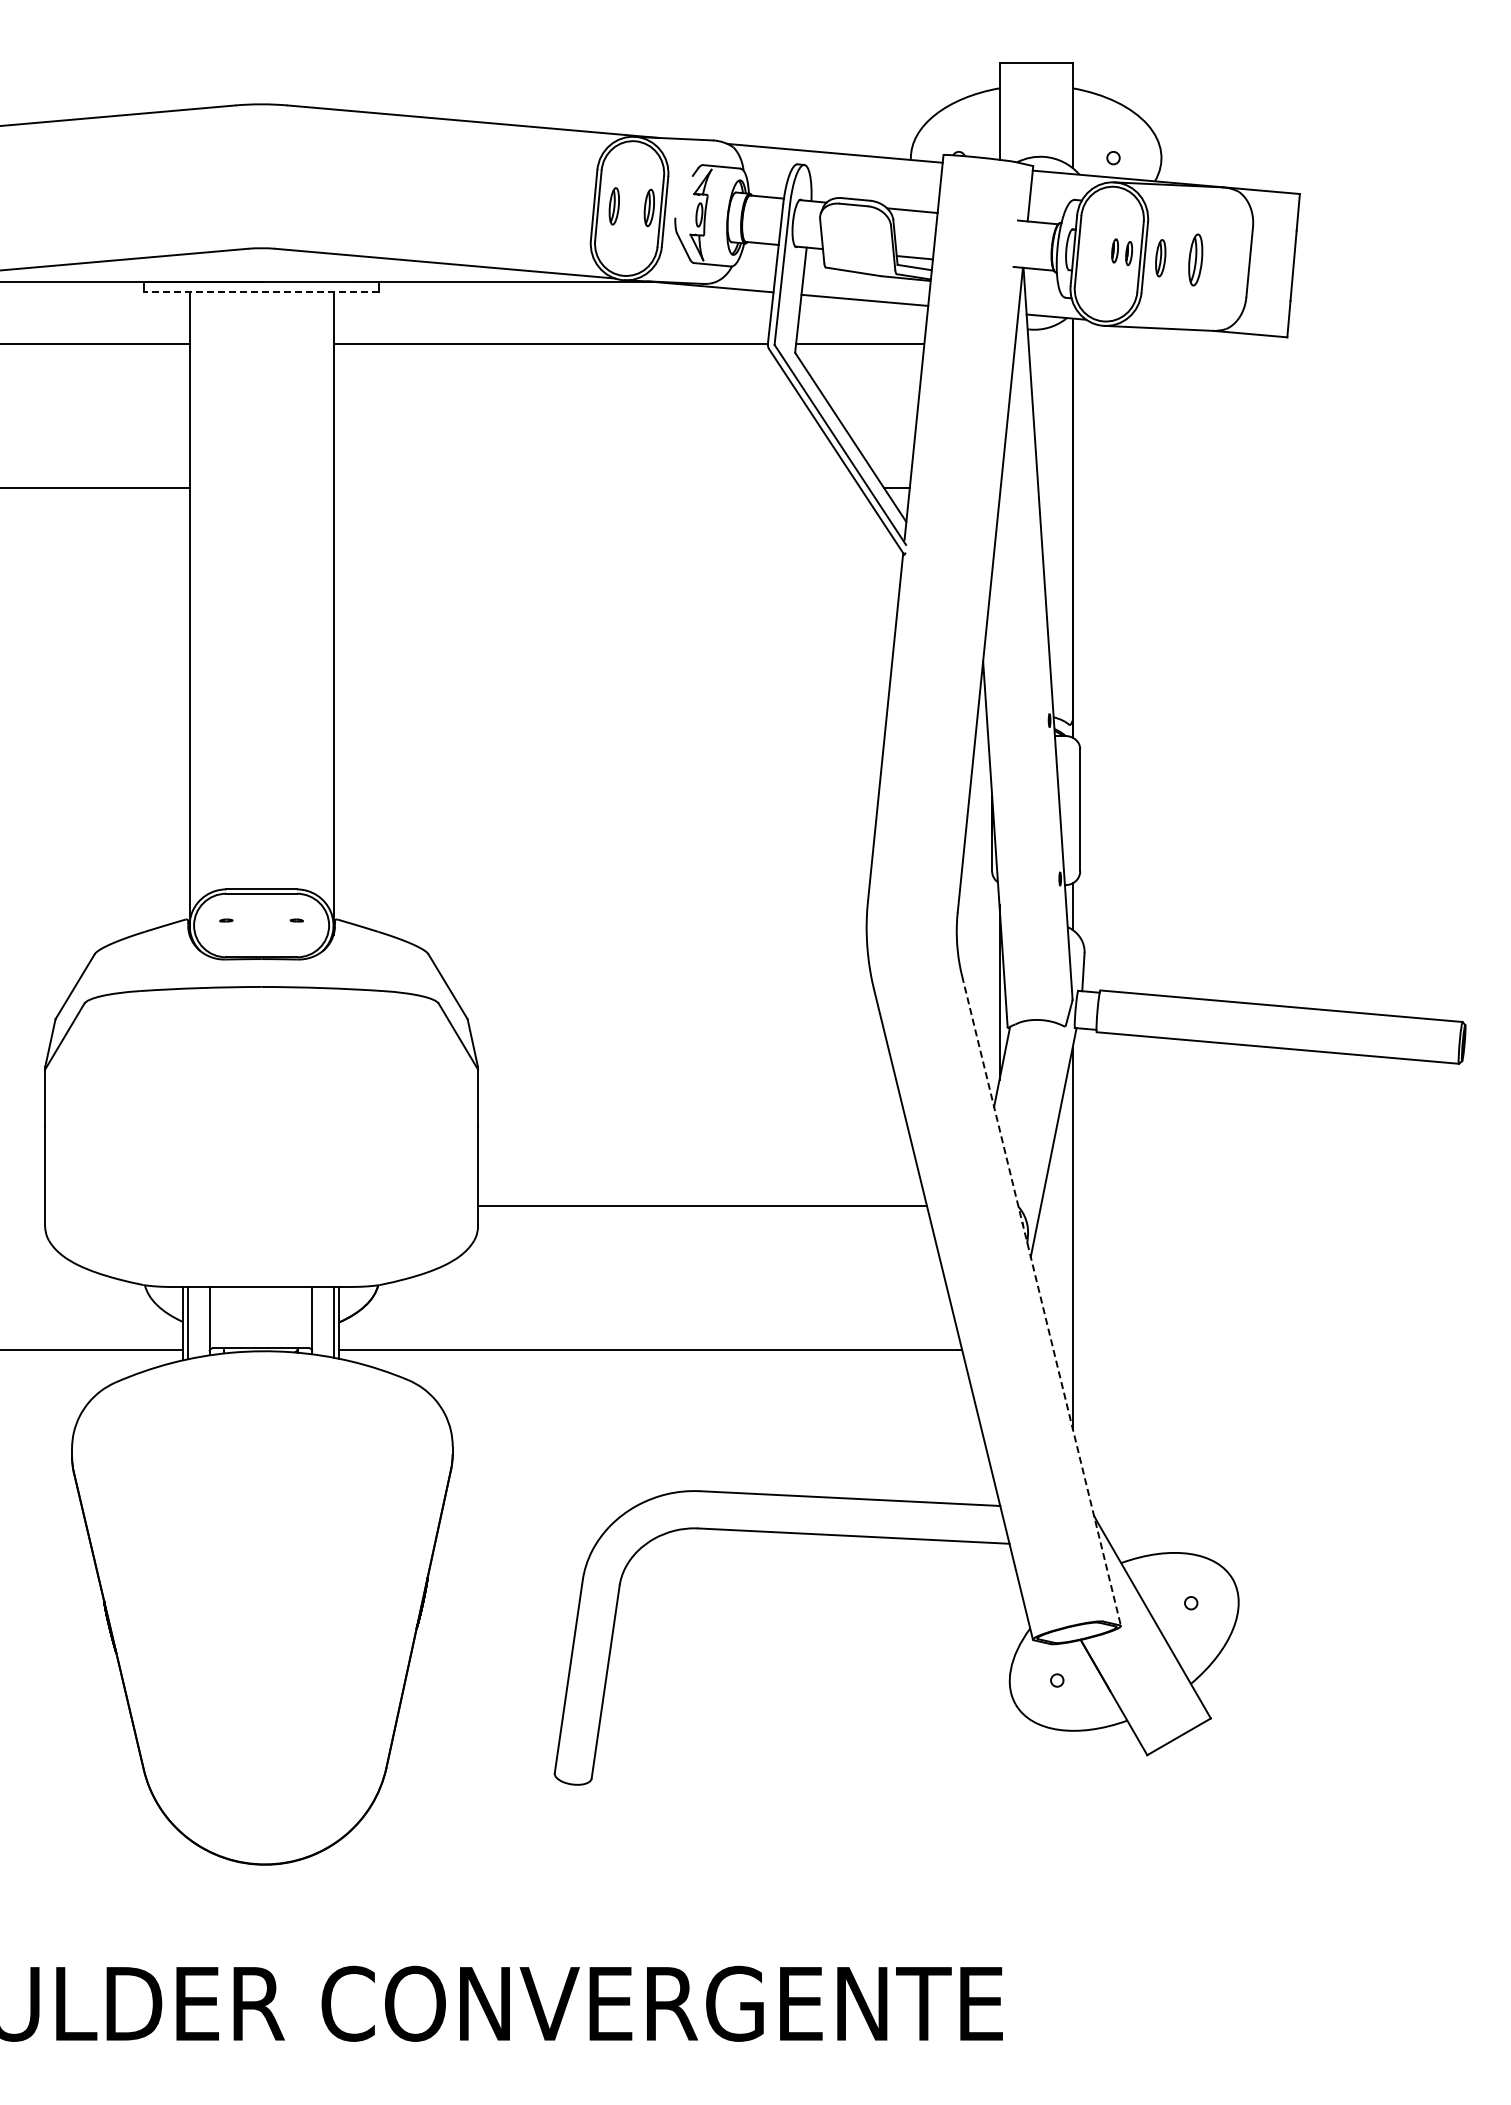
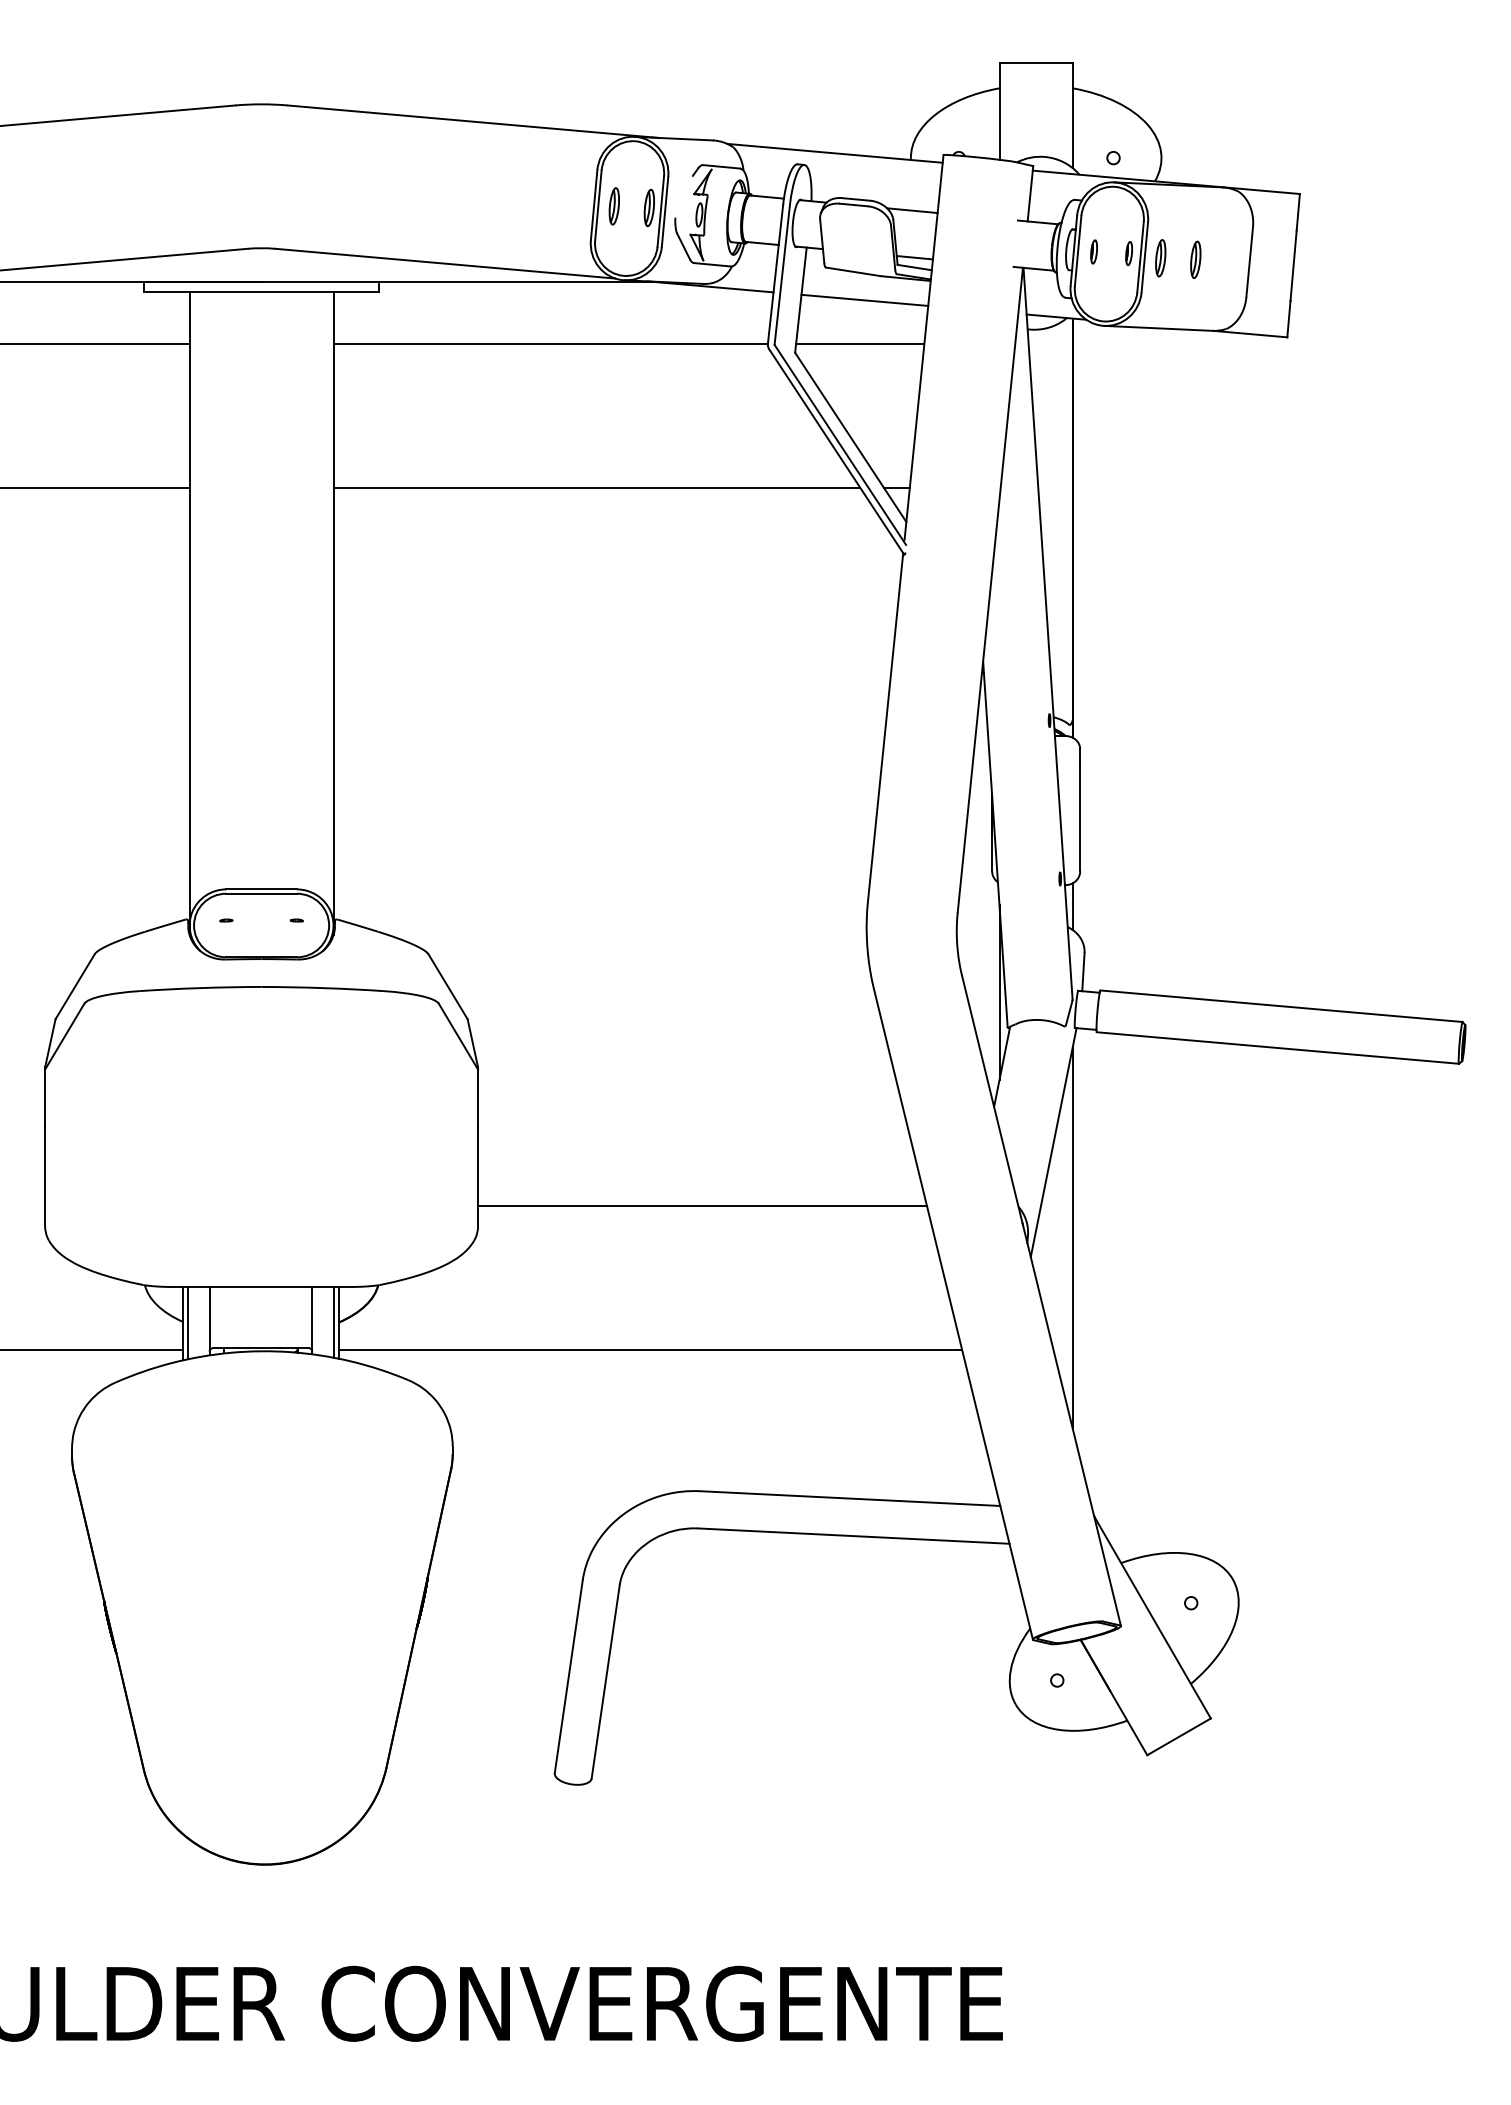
part at (1114, 250) position: (1114, 250) -> (1093, 251)
part at (1195, 259) size: 16x54 px -> 12x39 px
line at (261, 291): dashed -> solid
line at (596, 487): none -> present
line at (1041, 1301): dashed -> solid
